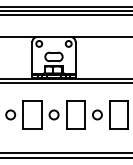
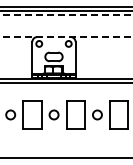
line at (66, 15): solid -> dashed
line at (66, 36): solid -> dashed
line at (65, 153): present -> none
